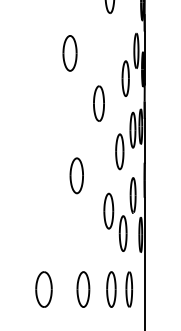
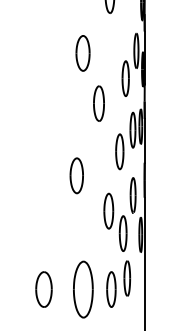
part at (69, 53) position: (69, 53) -> (82, 53)
part at (83, 289) size: 15x37 px -> 21x59 px
part at (128, 289) position: (128, 289) -> (126, 278)
